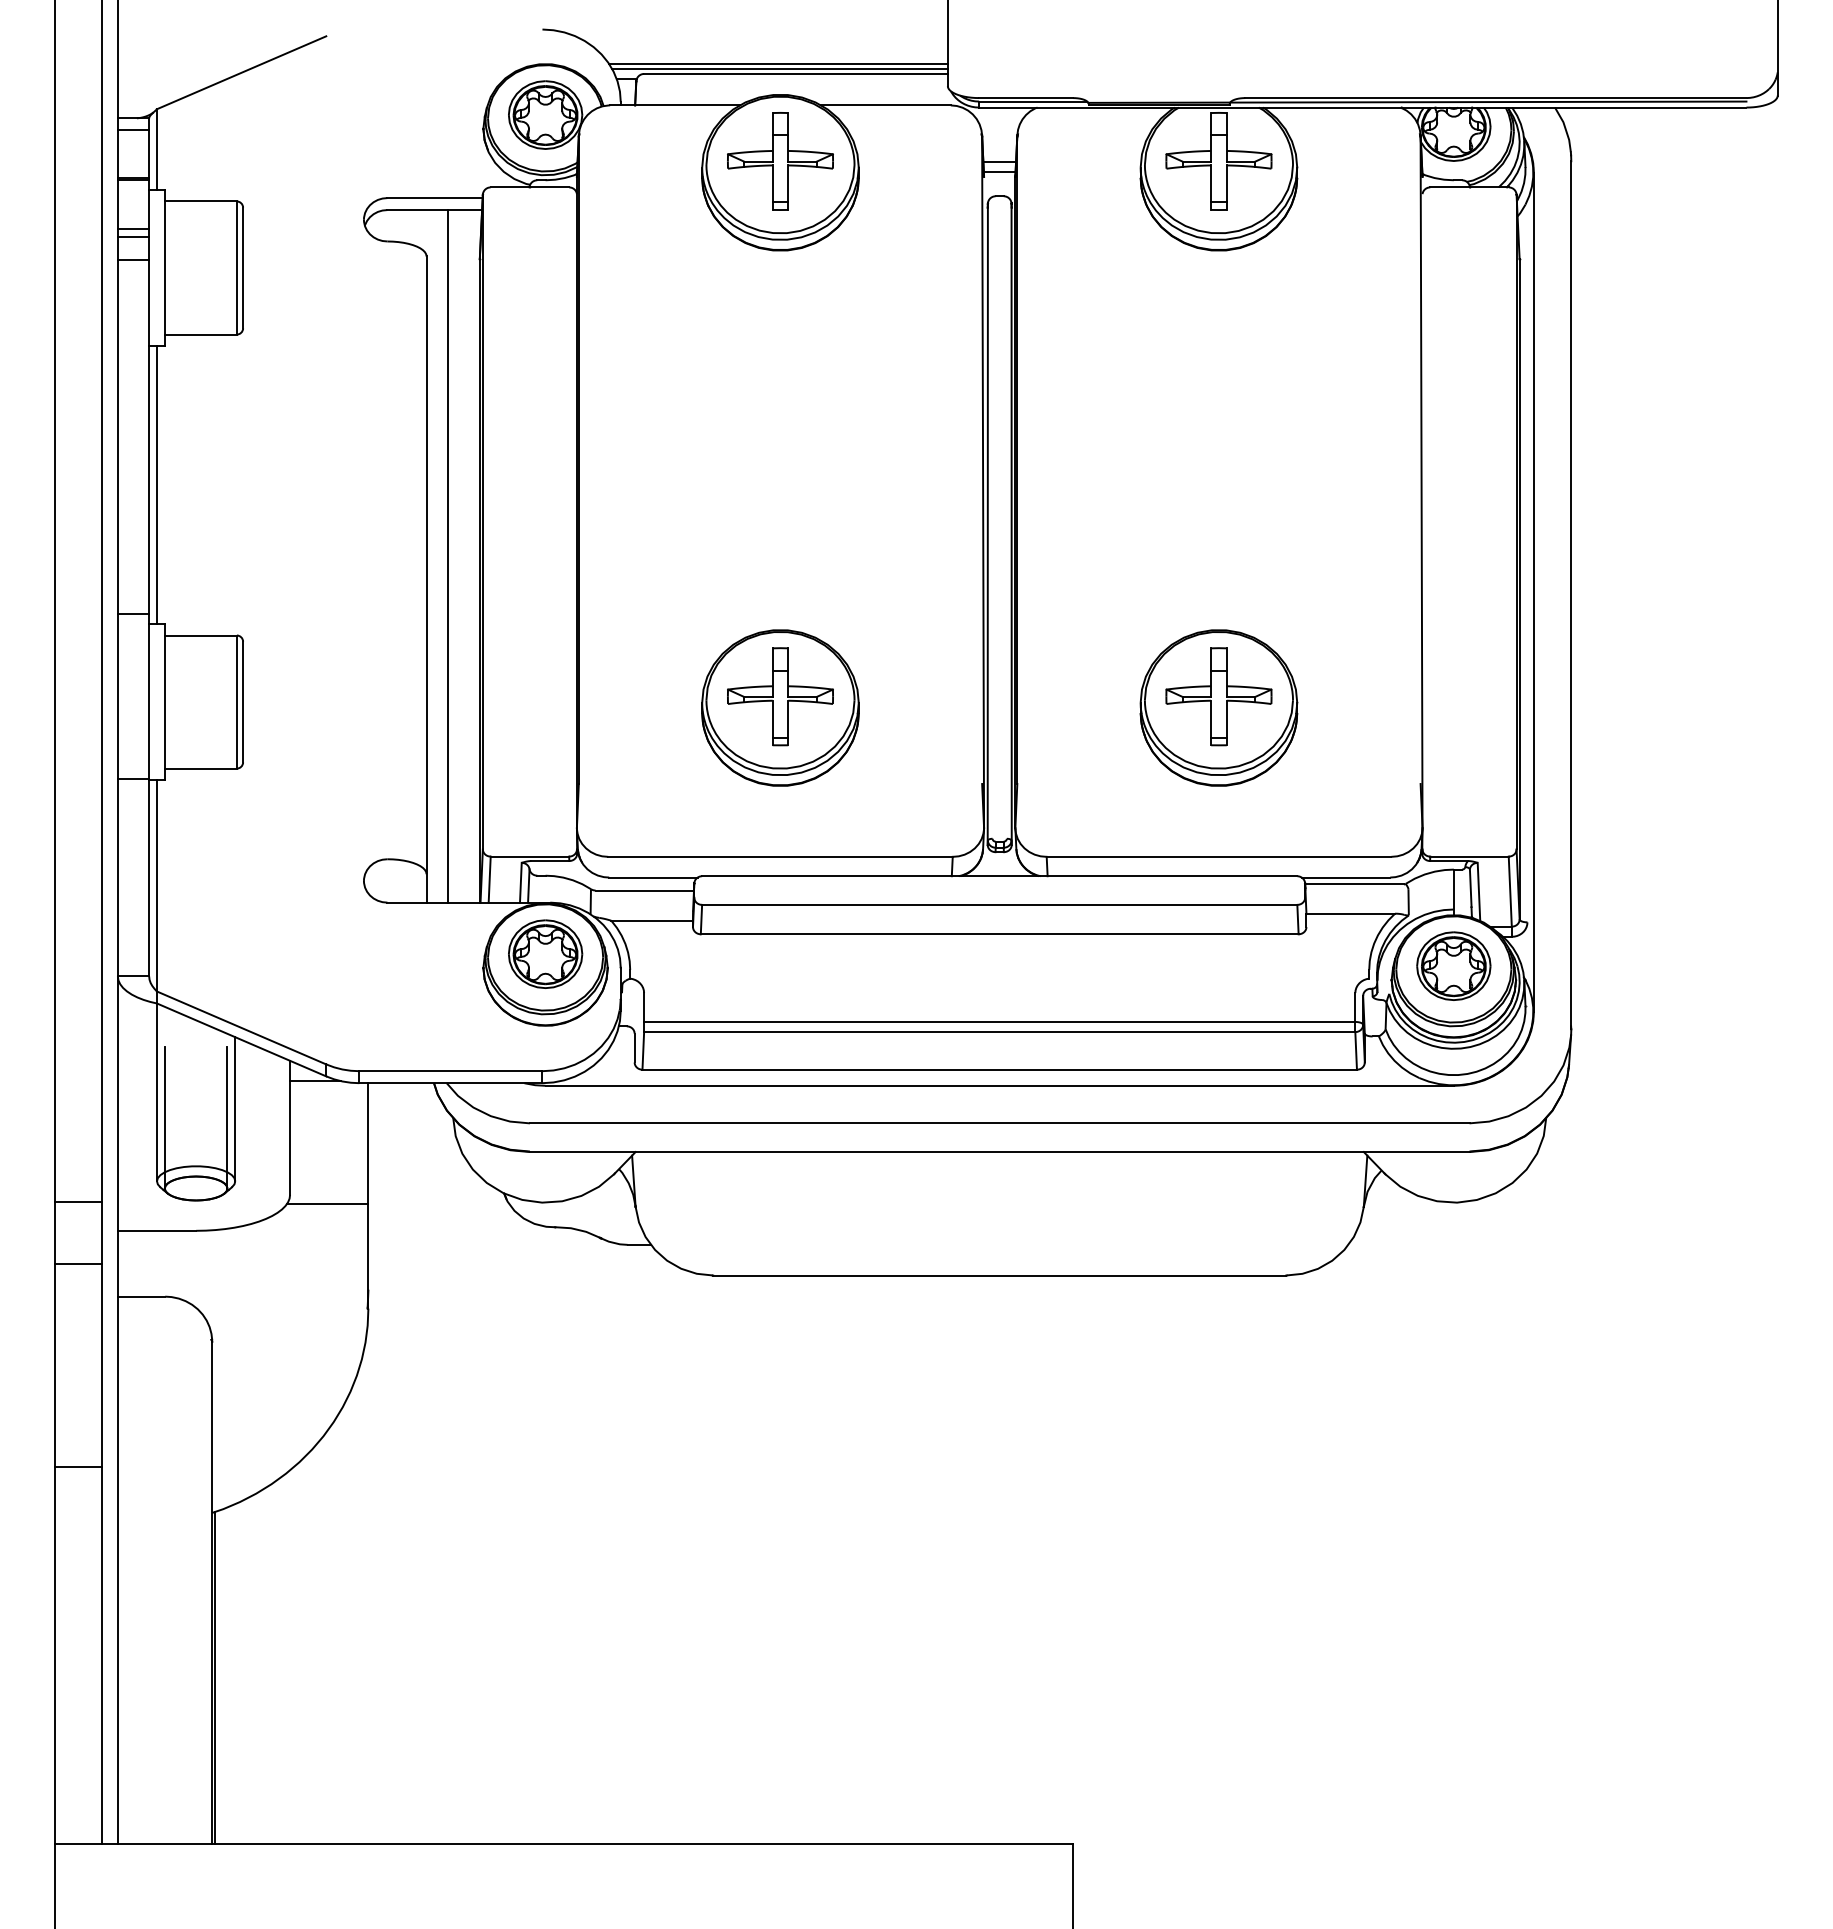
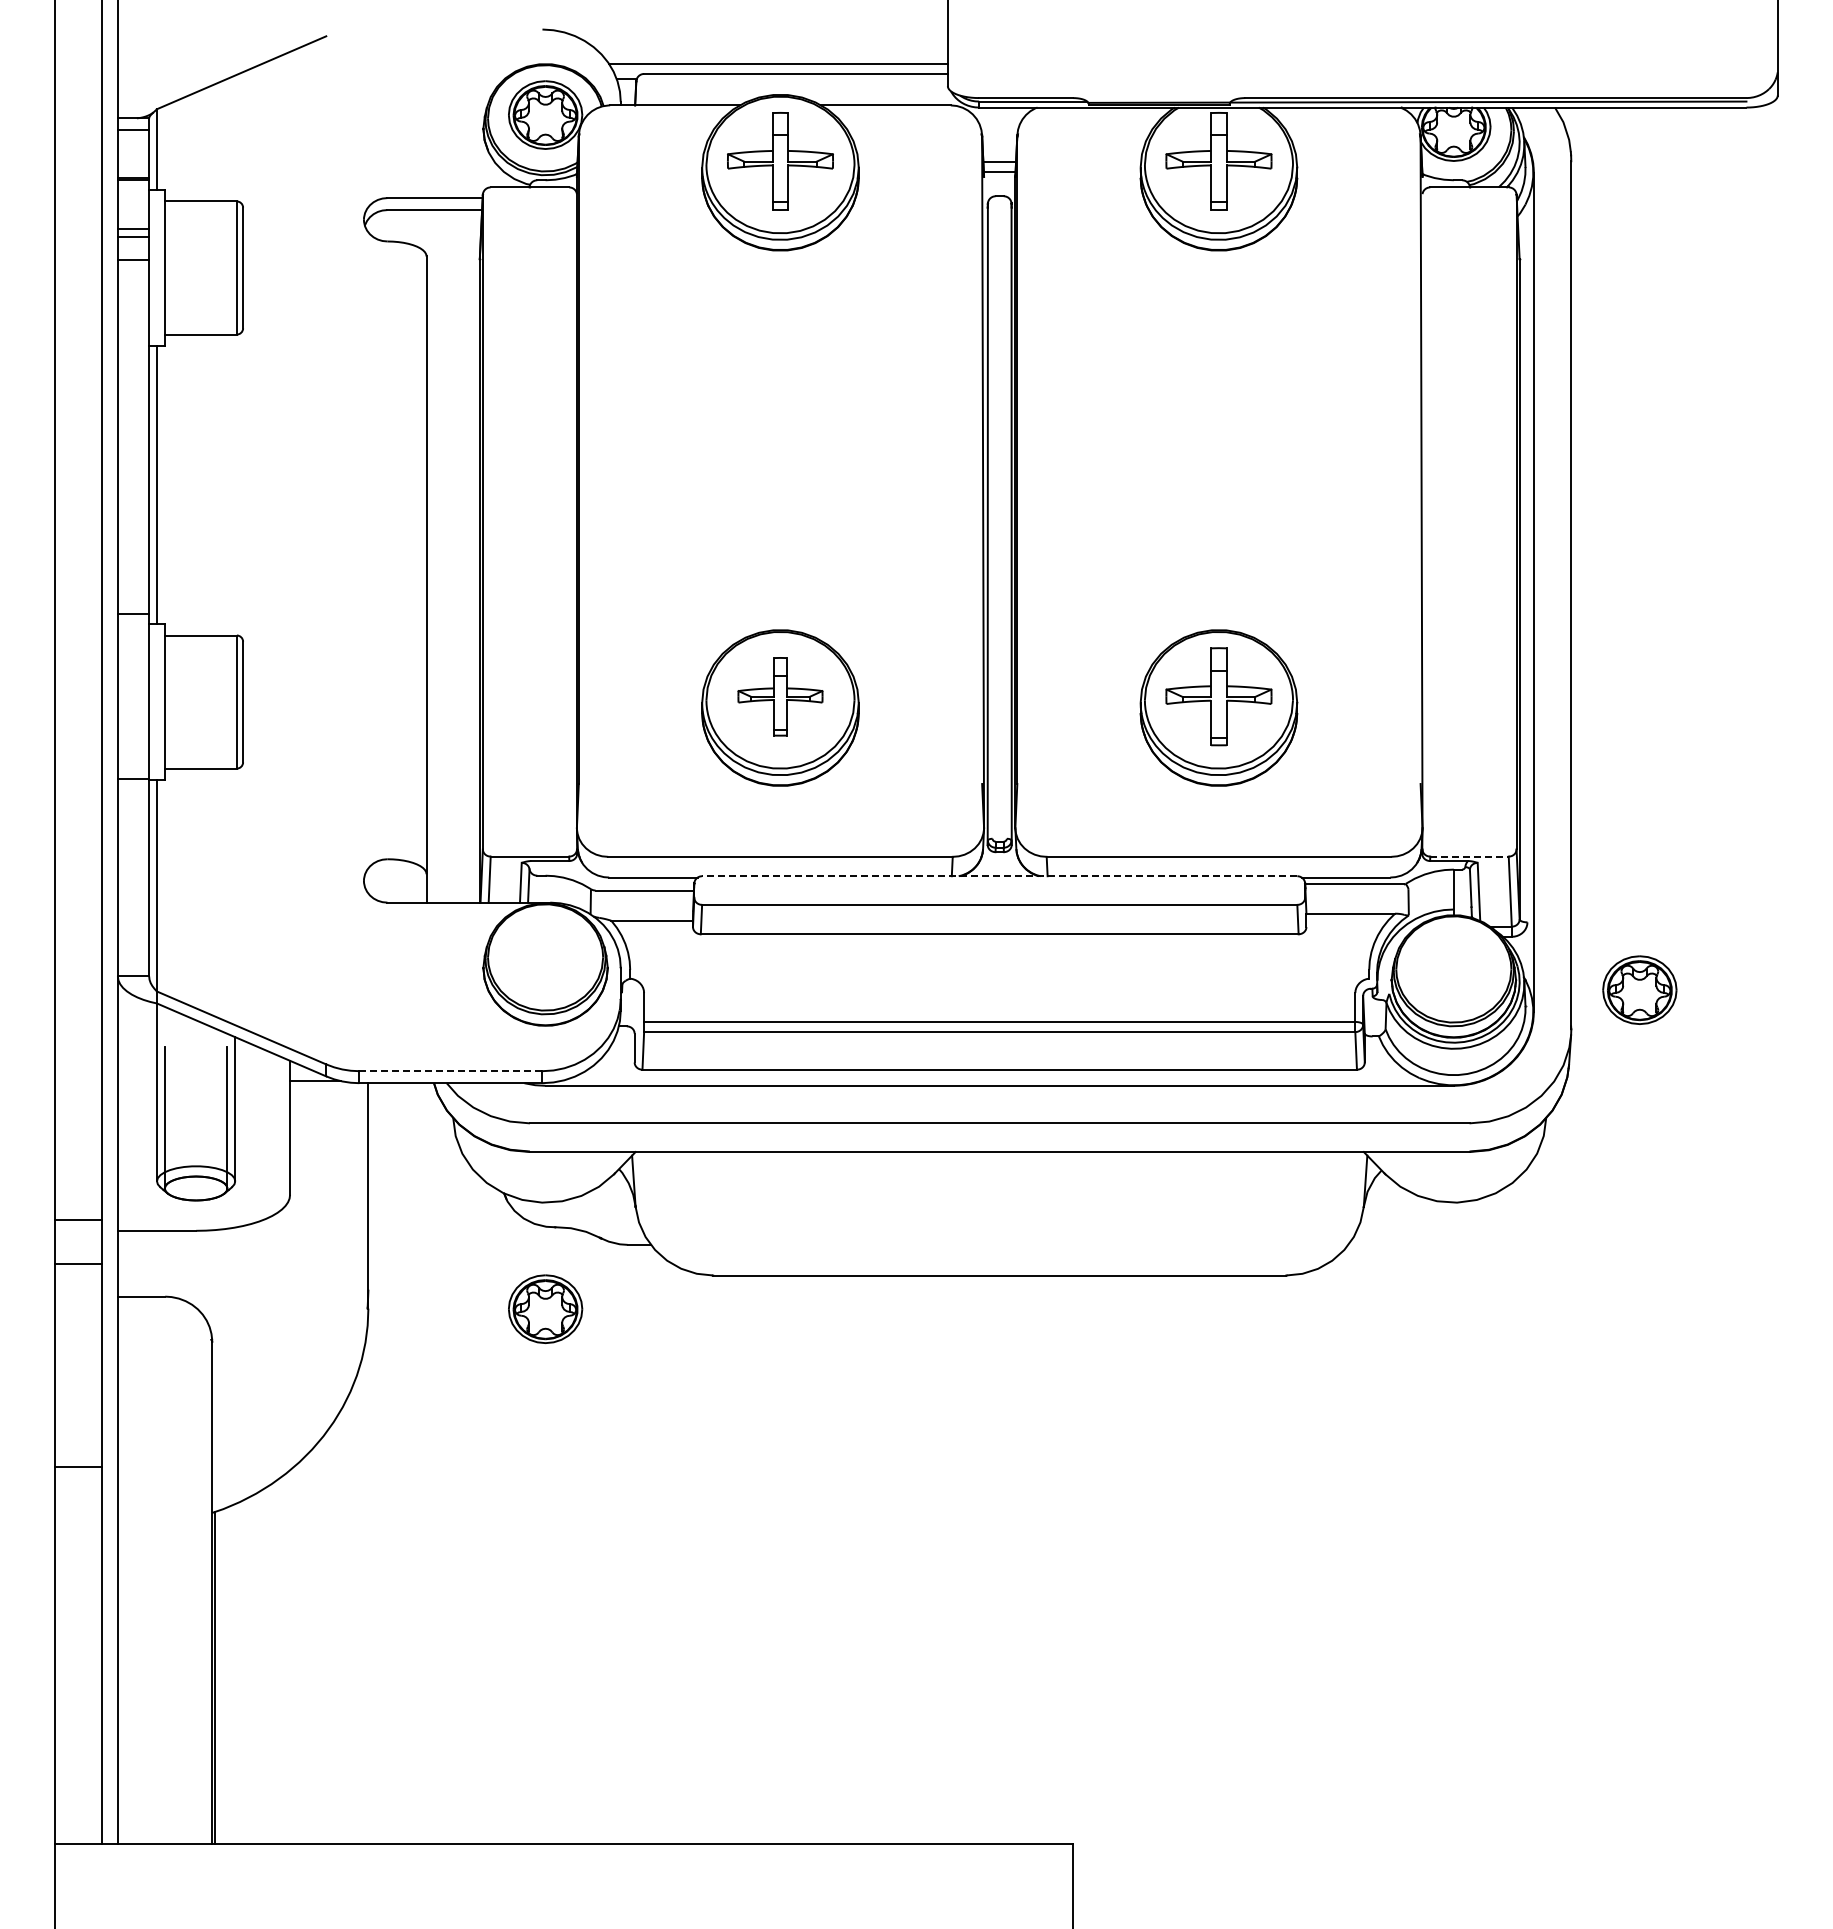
line at (779, 68): present -> none
line at (447, 556): present -> none
part at (780, 696) size: 107x100 px -> 87x80 px
line at (1470, 856): solid -> dashed
line at (999, 876): solid -> dashed
part at (545, 953) position: (545, 953) -> (545, 1308)
part at (1453, 965) position: (1453, 965) -> (1639, 989)
line at (450, 1071): solid -> dashed
line at (78, 1202) position: (78, 1202) -> (78, 1220)
line at (327, 1203): present -> none
